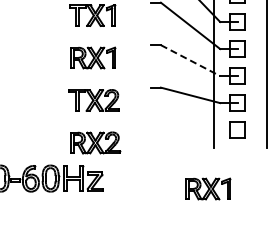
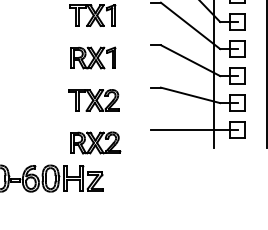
line at (190, 60): dashed -> solid
line at (194, 130): none -> present
part at (208, 188): present -> none
